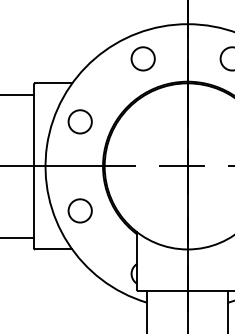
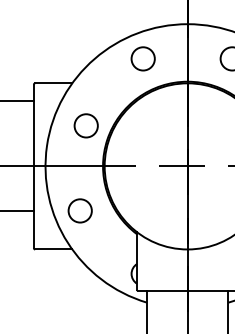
line at (17, 95) position: (17, 95) -> (17, 101)
circle at (79, 121) position: (79, 121) -> (85, 125)
line at (17, 237) position: (17, 237) -> (17, 210)
